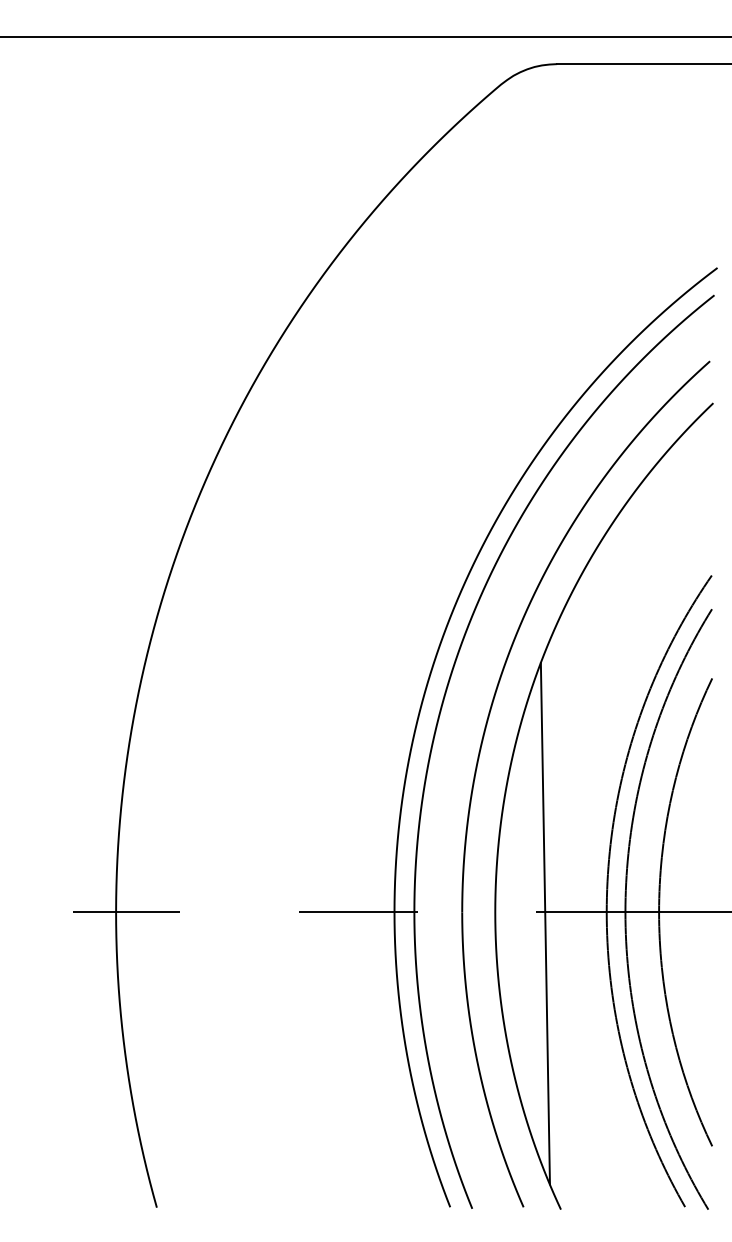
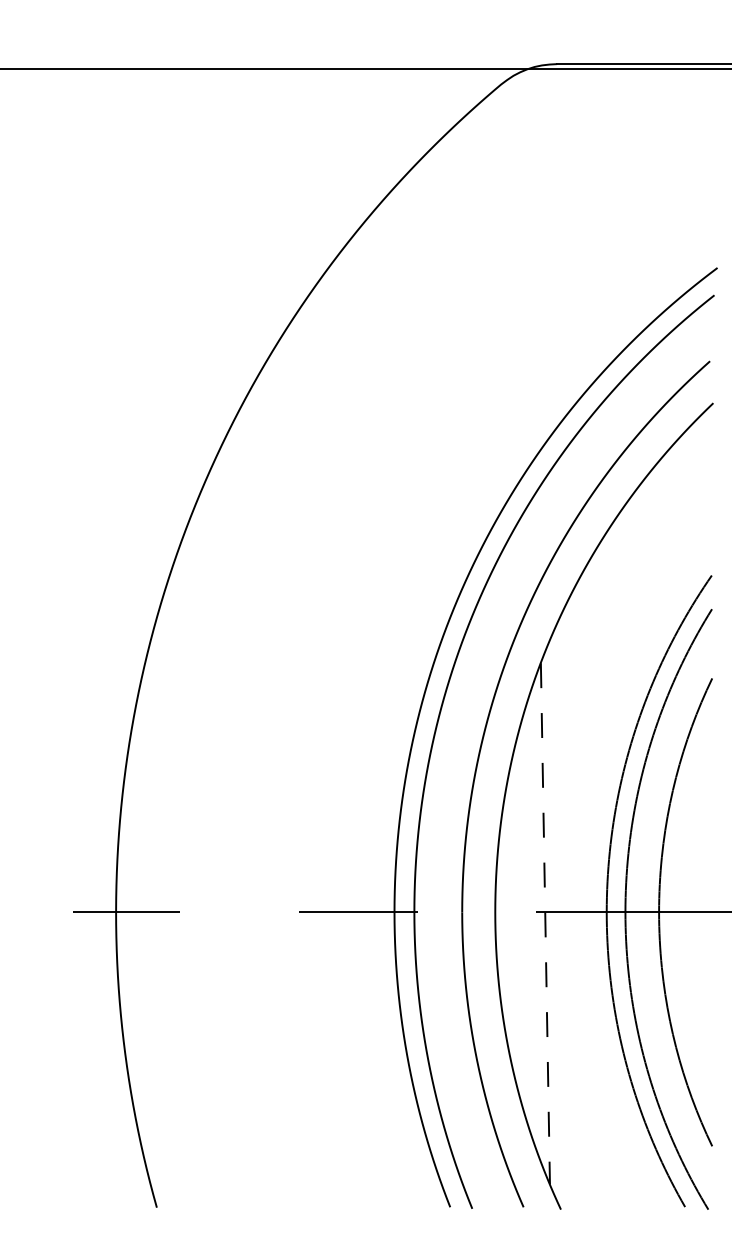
line at (365, 37) position: (365, 37) -> (365, 69)
line at (545, 923): solid -> dashed
